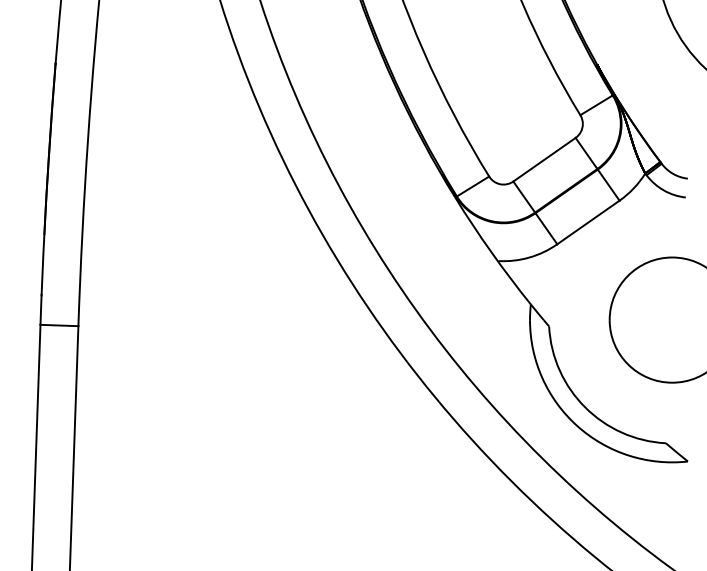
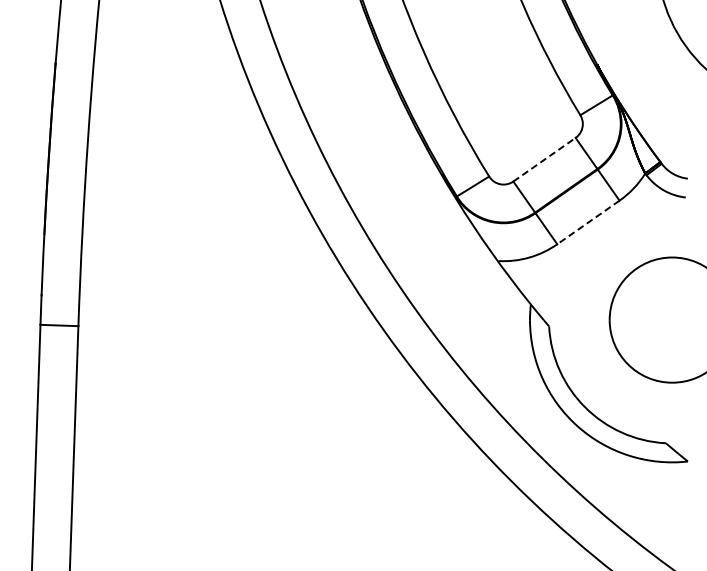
line at (544, 159): solid -> dashed
line at (588, 222): solid -> dashed
